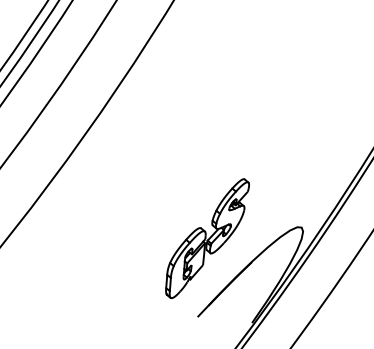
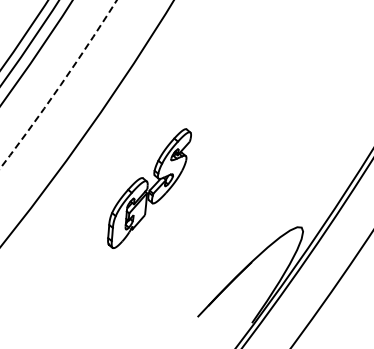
circle at (58, 84): solid -> dashed
part at (207, 238) position: (207, 238) -> (149, 188)
